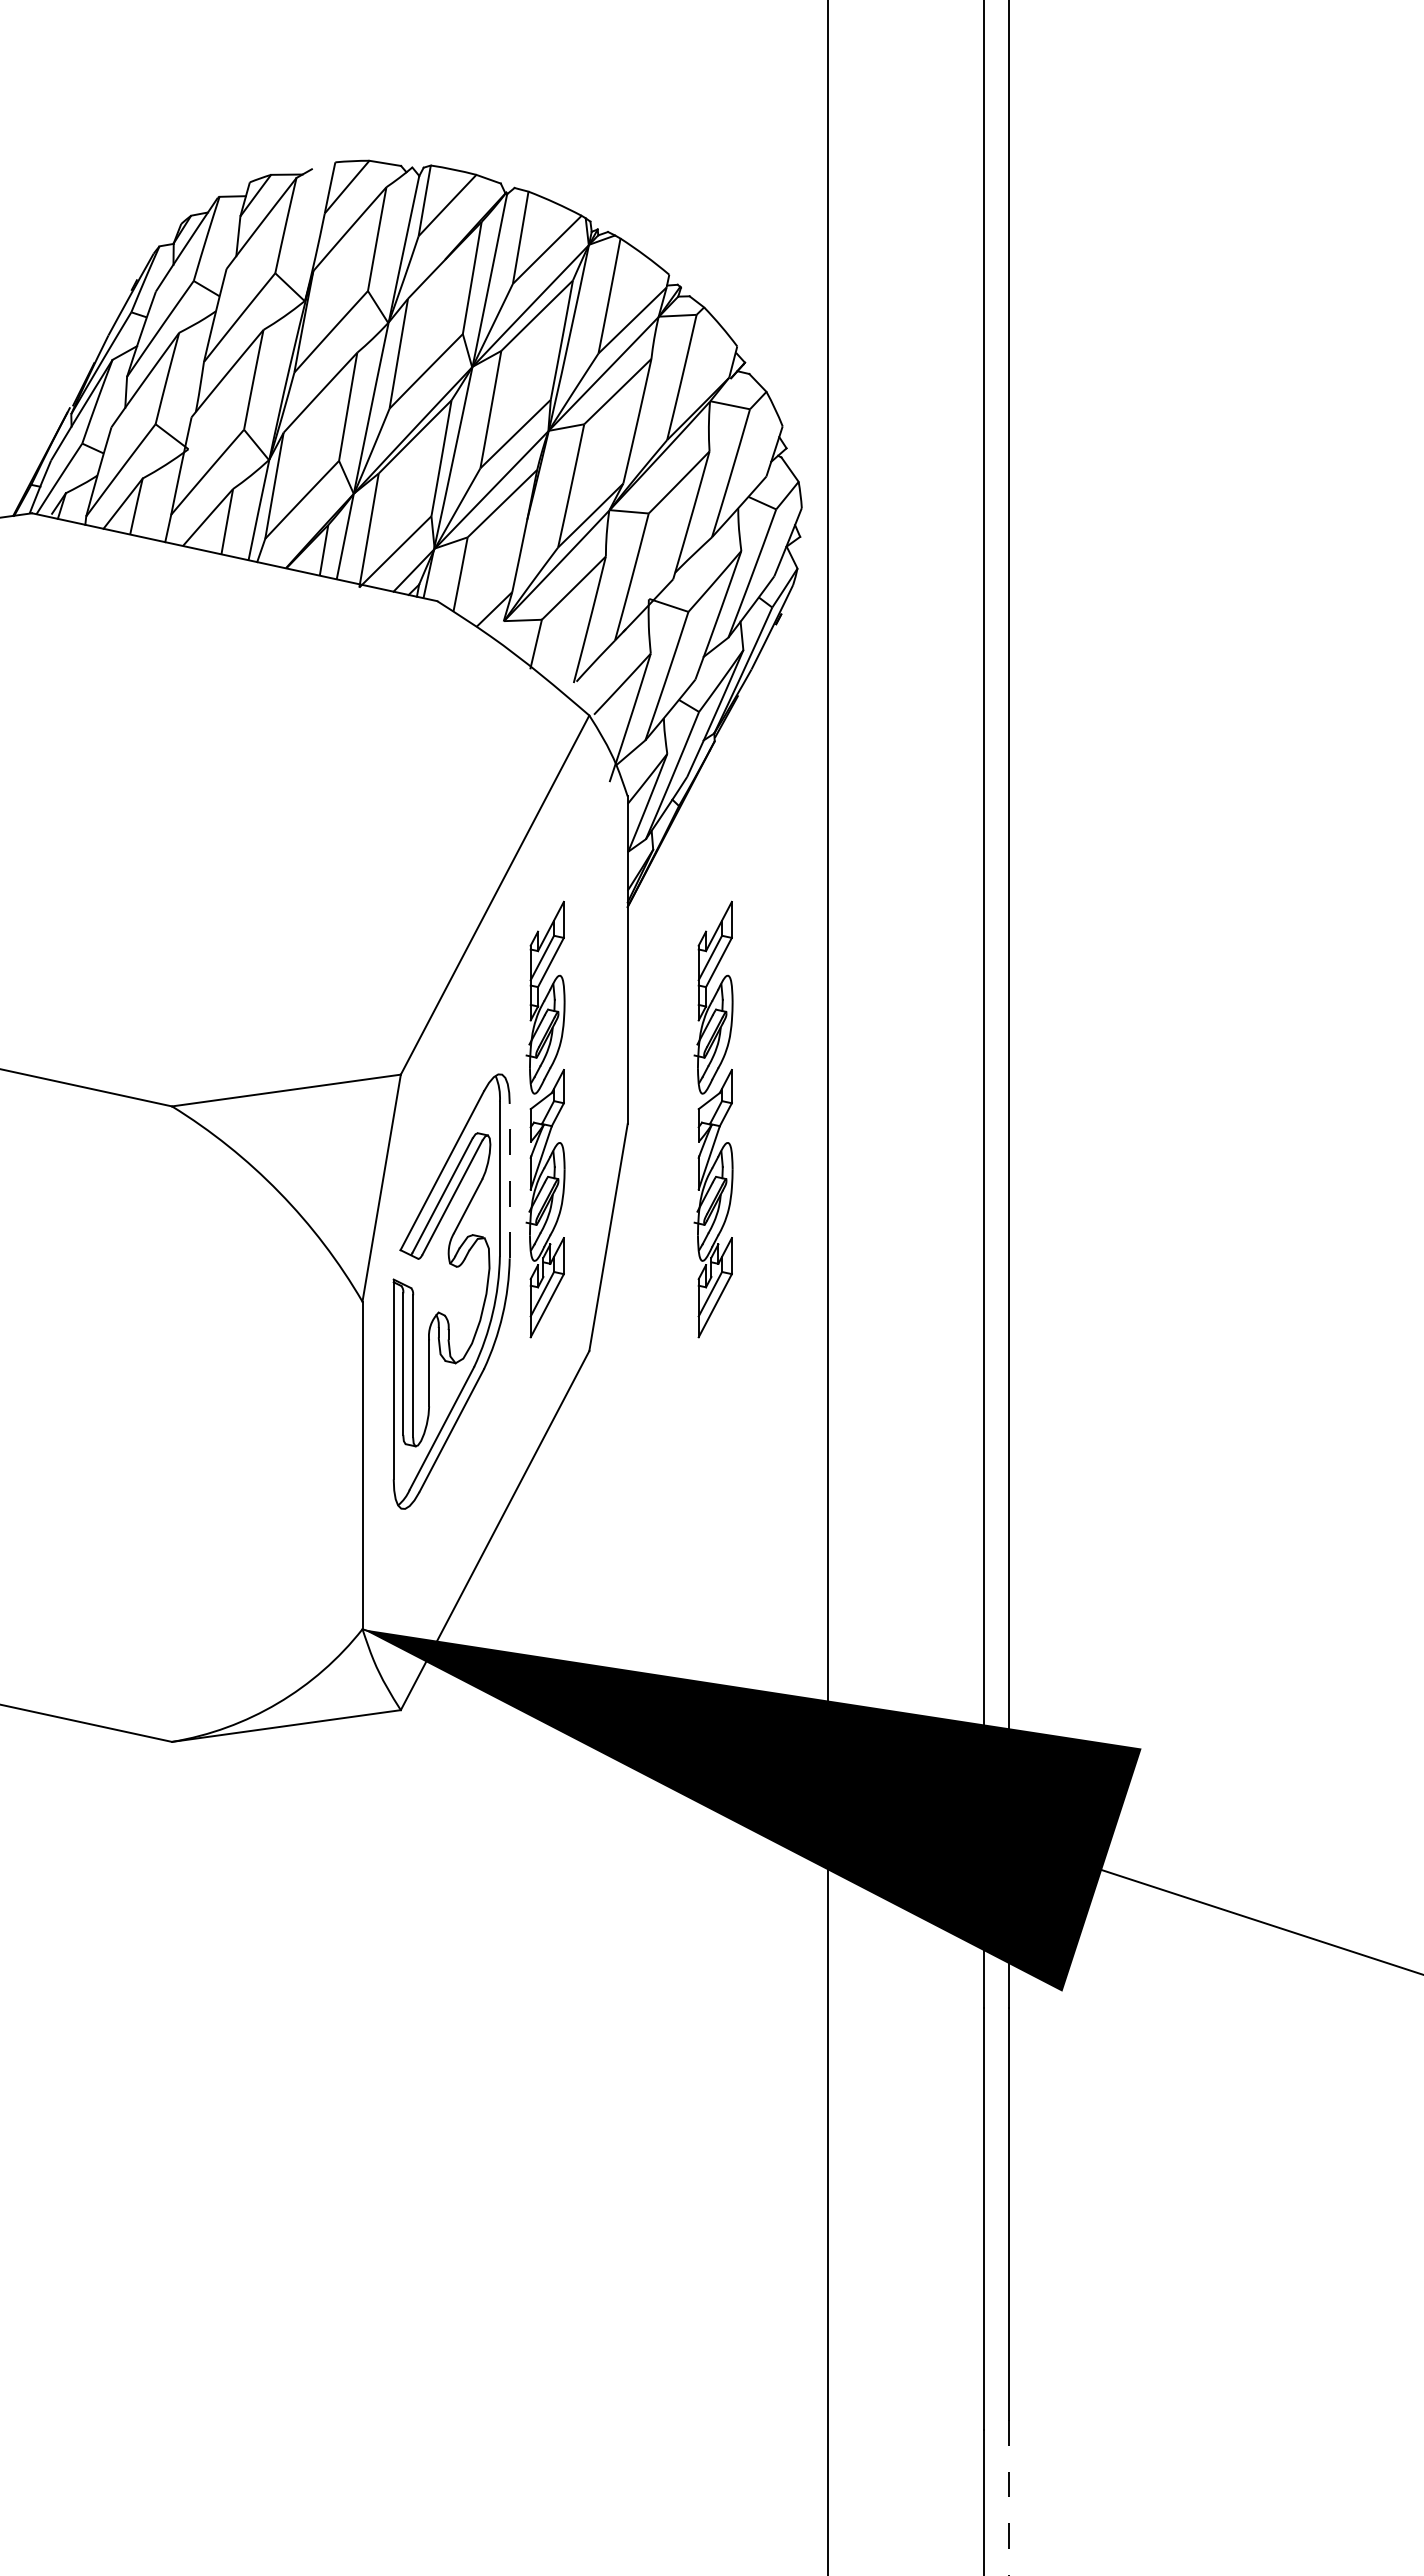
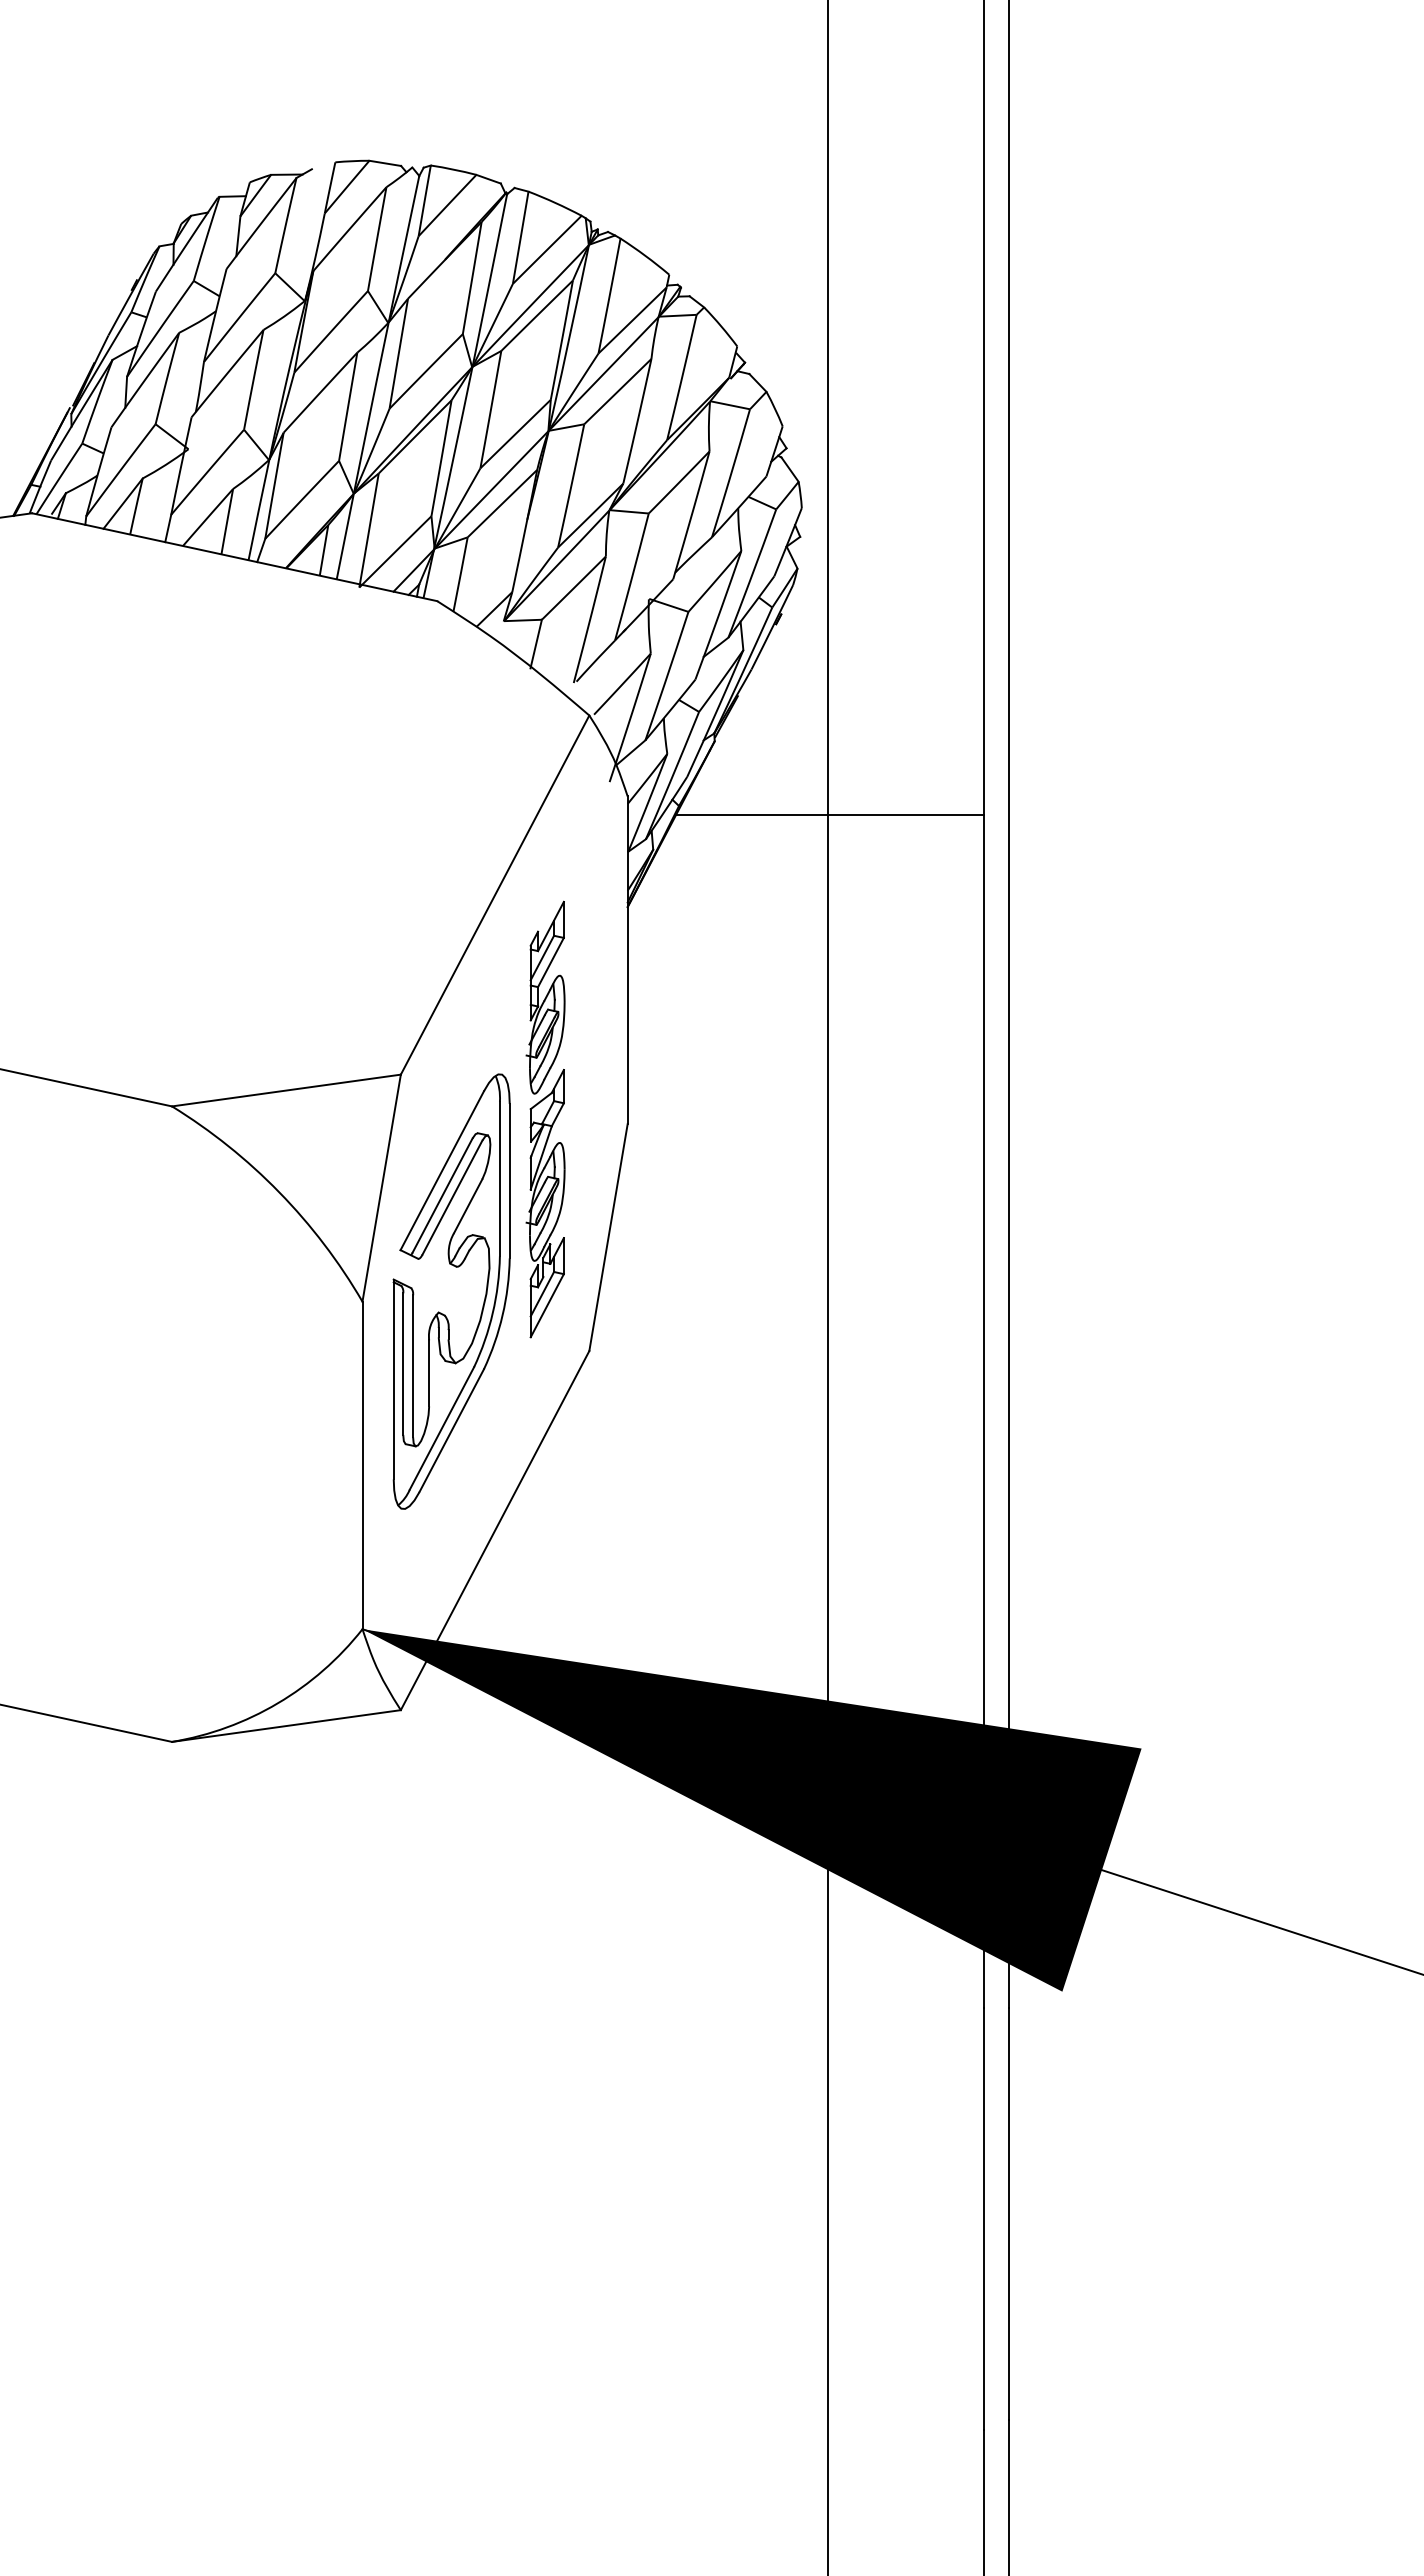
line at (829, 814): none -> present
part at (713, 1119): present -> none
line at (509, 1180): dashed -> solid
line at (1009, 2497): dashed -> solid
